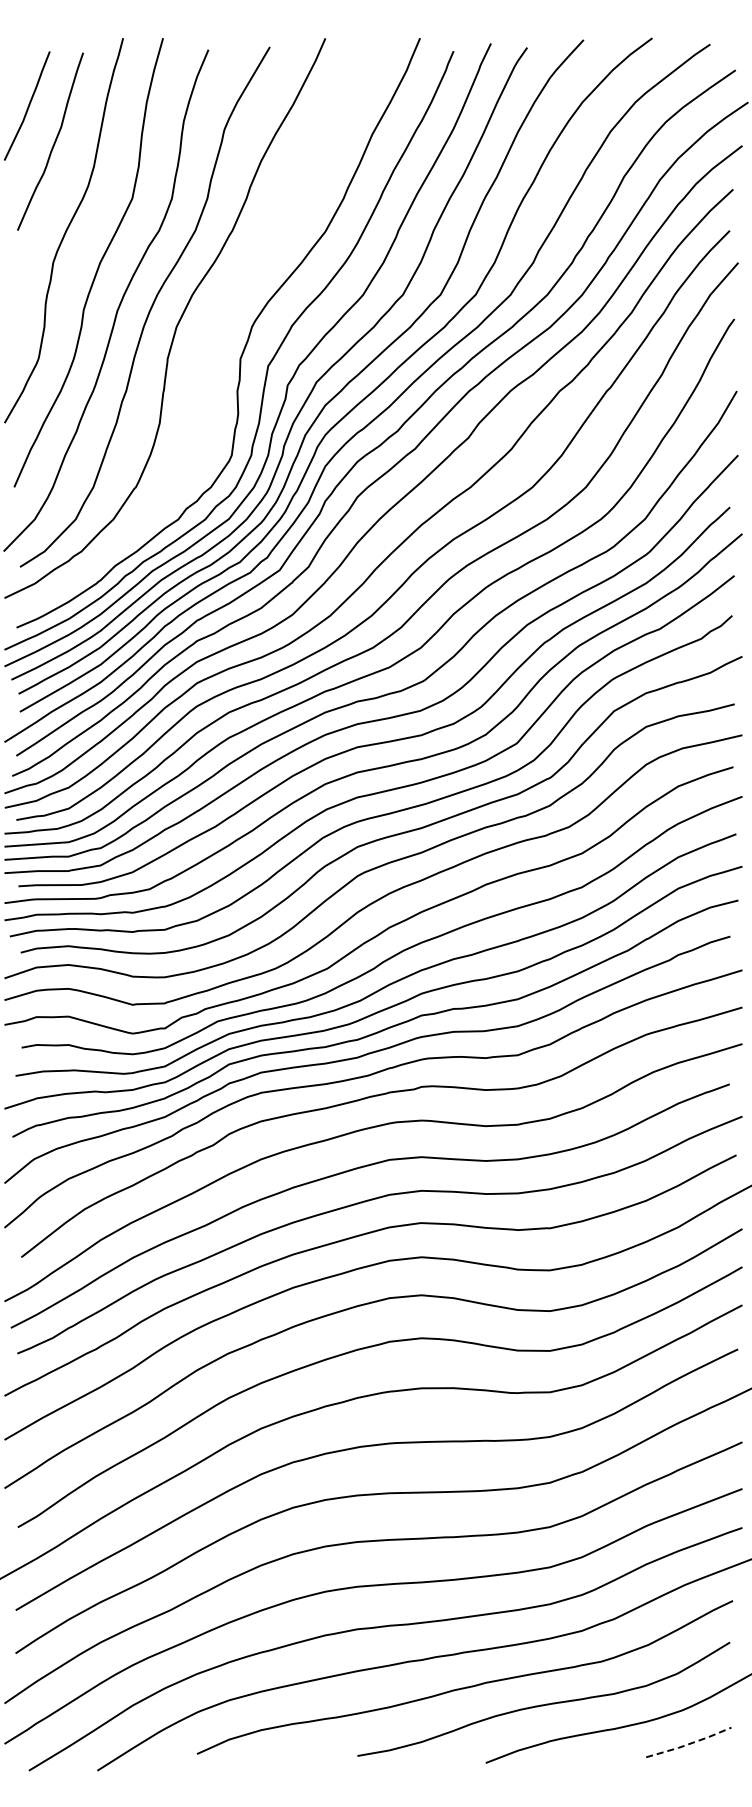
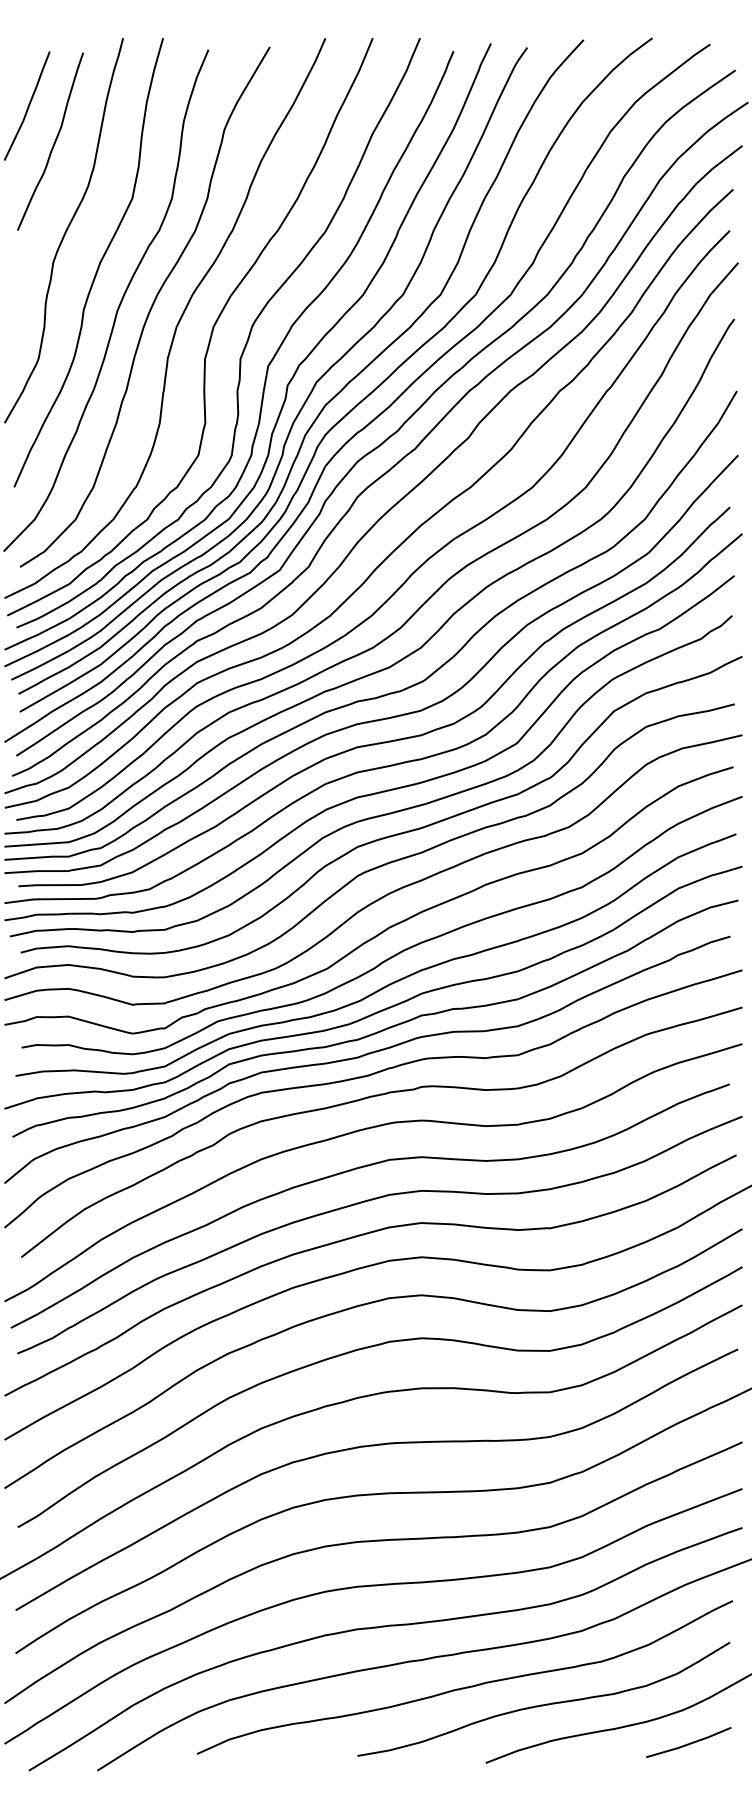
curve at (210, 334): none -> present
line at (689, 1744): dashed -> solid
